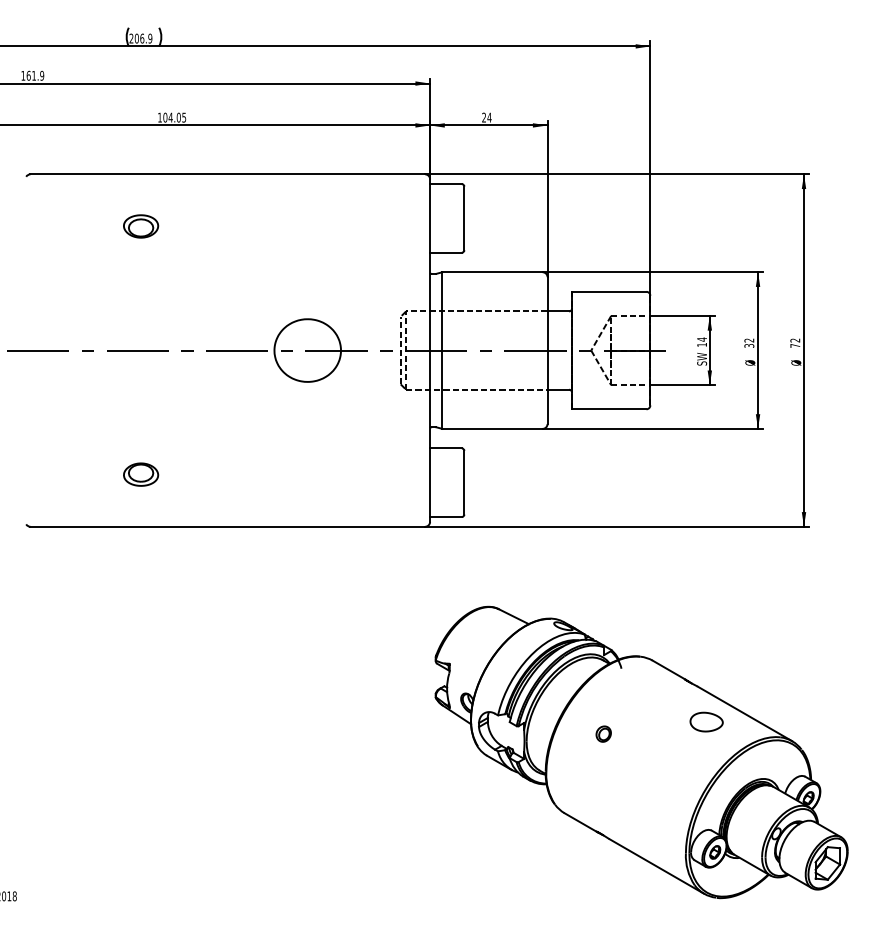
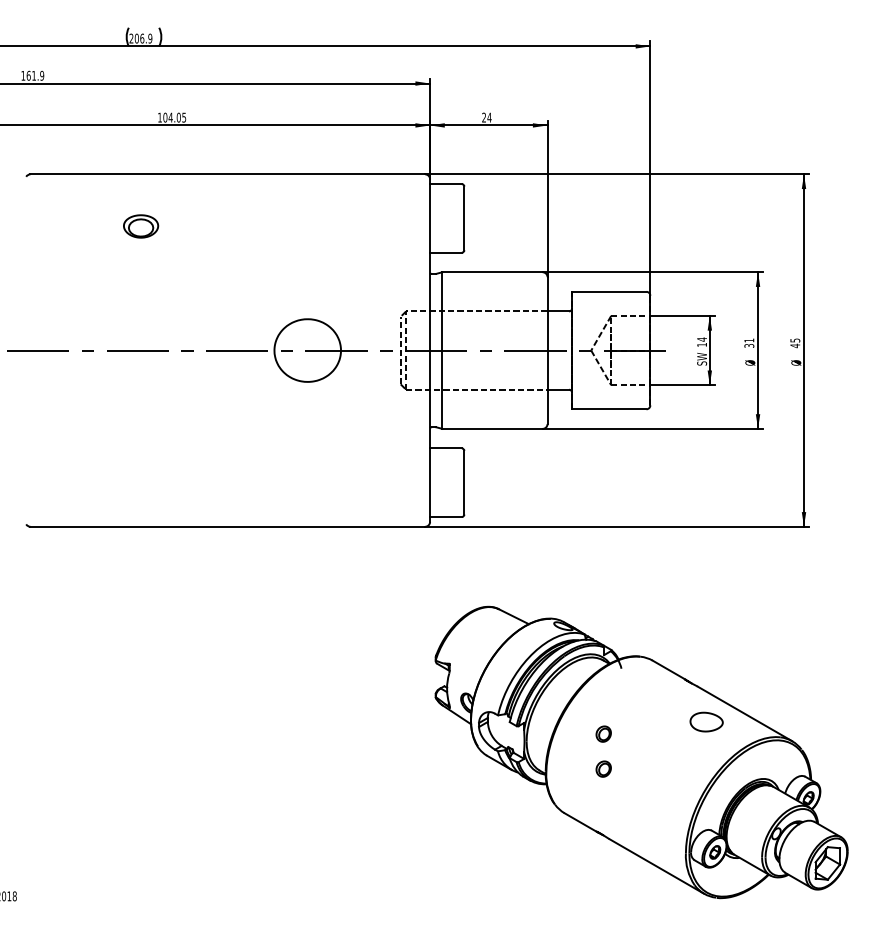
text at (749, 340): 32 -> 31
text at (795, 343): 72 -> 45
part at (141, 474): present -> none
part at (603, 768): none -> present
